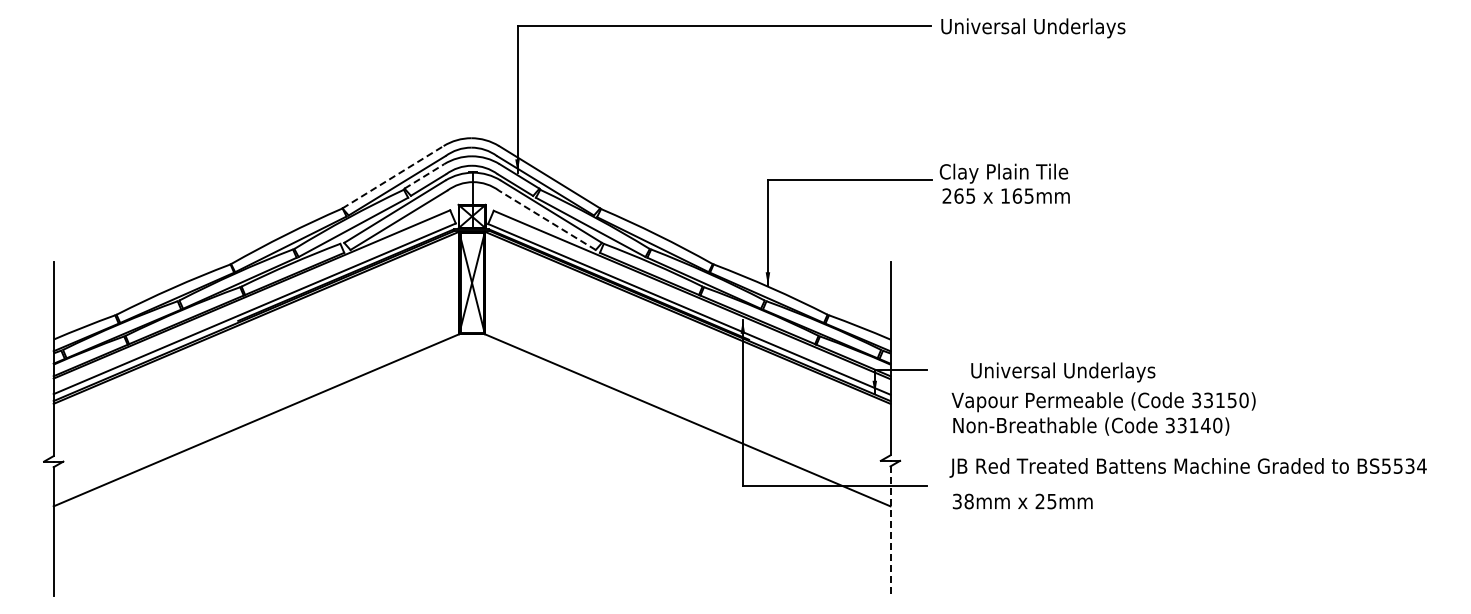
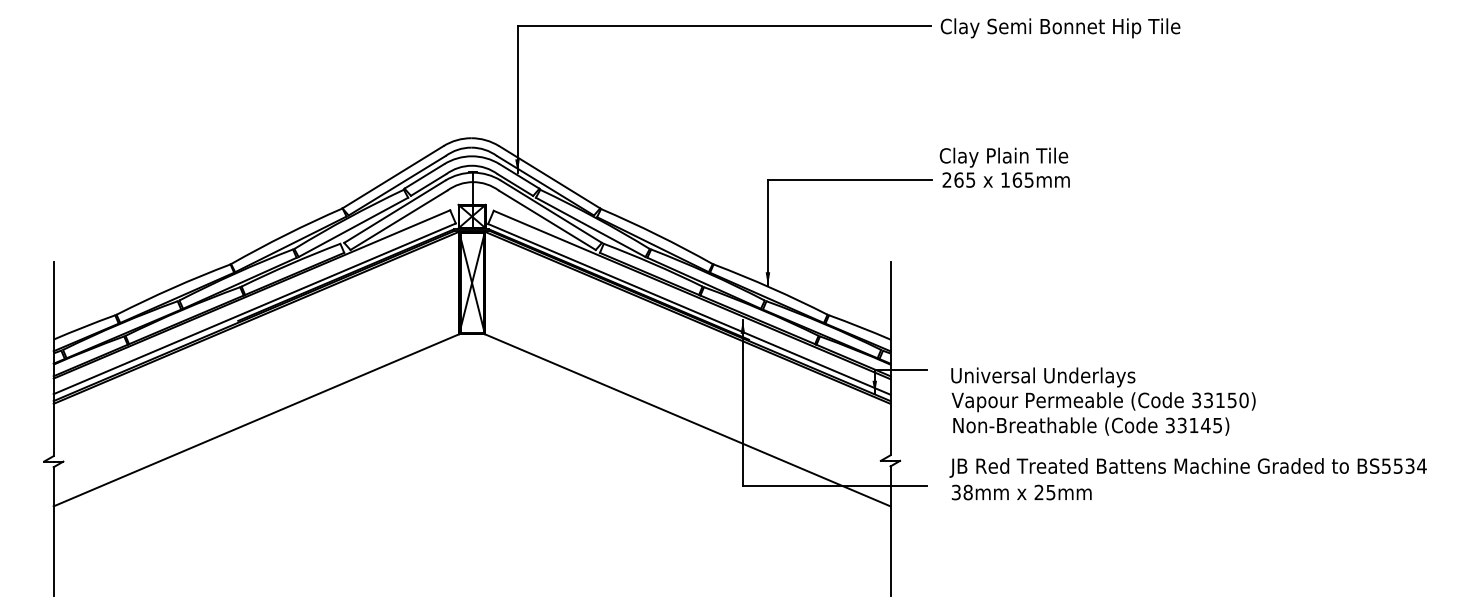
text at (1060, 28): Universal Underlays -> Clay Semi Bonnet Hip Tile
line at (393, 176): dashed -> solid
line at (424, 176): dashed -> solid
text at (1004, 183) position: (1004, 183) -> (1004, 167)
line at (547, 220): dashed -> solid
text at (1063, 372) position: (1063, 372) -> (1043, 377)
text at (1217, 425): 33140) -> 33145)
text at (1022, 501) position: (1022, 501) -> (1021, 492)
line at (890, 531): dashed -> solid
